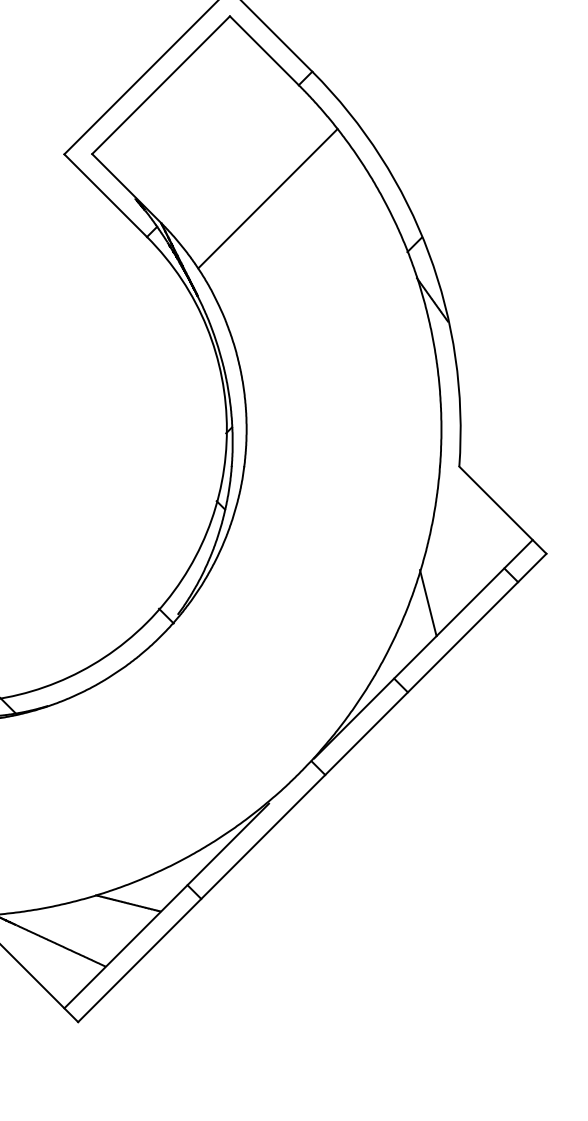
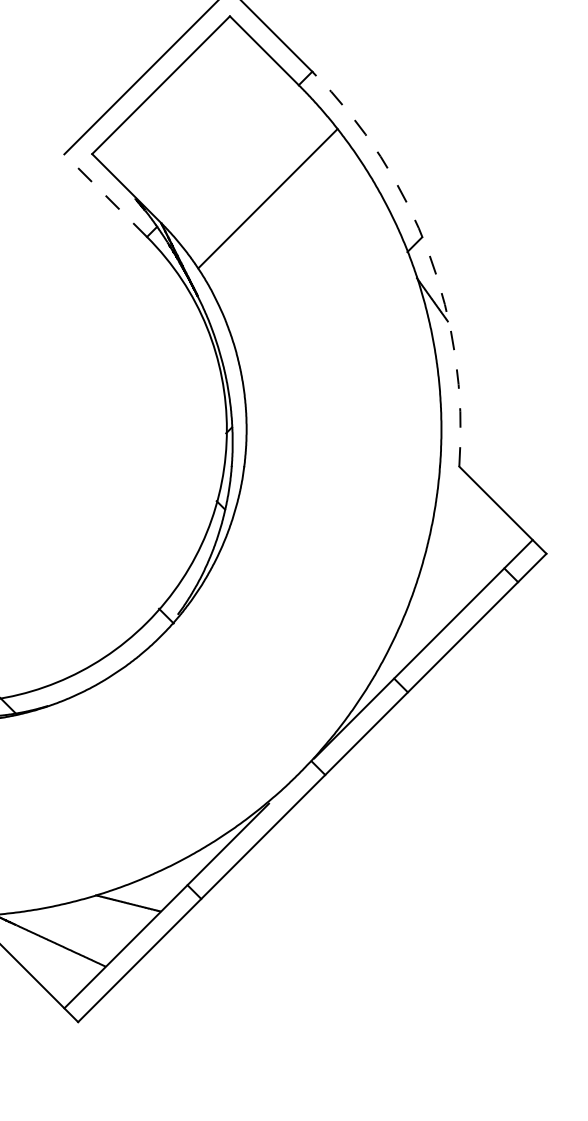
line at (105, 195): solid -> dashed
arc at (428, 253): solid -> dashed
line at (428, 603): present -> none
